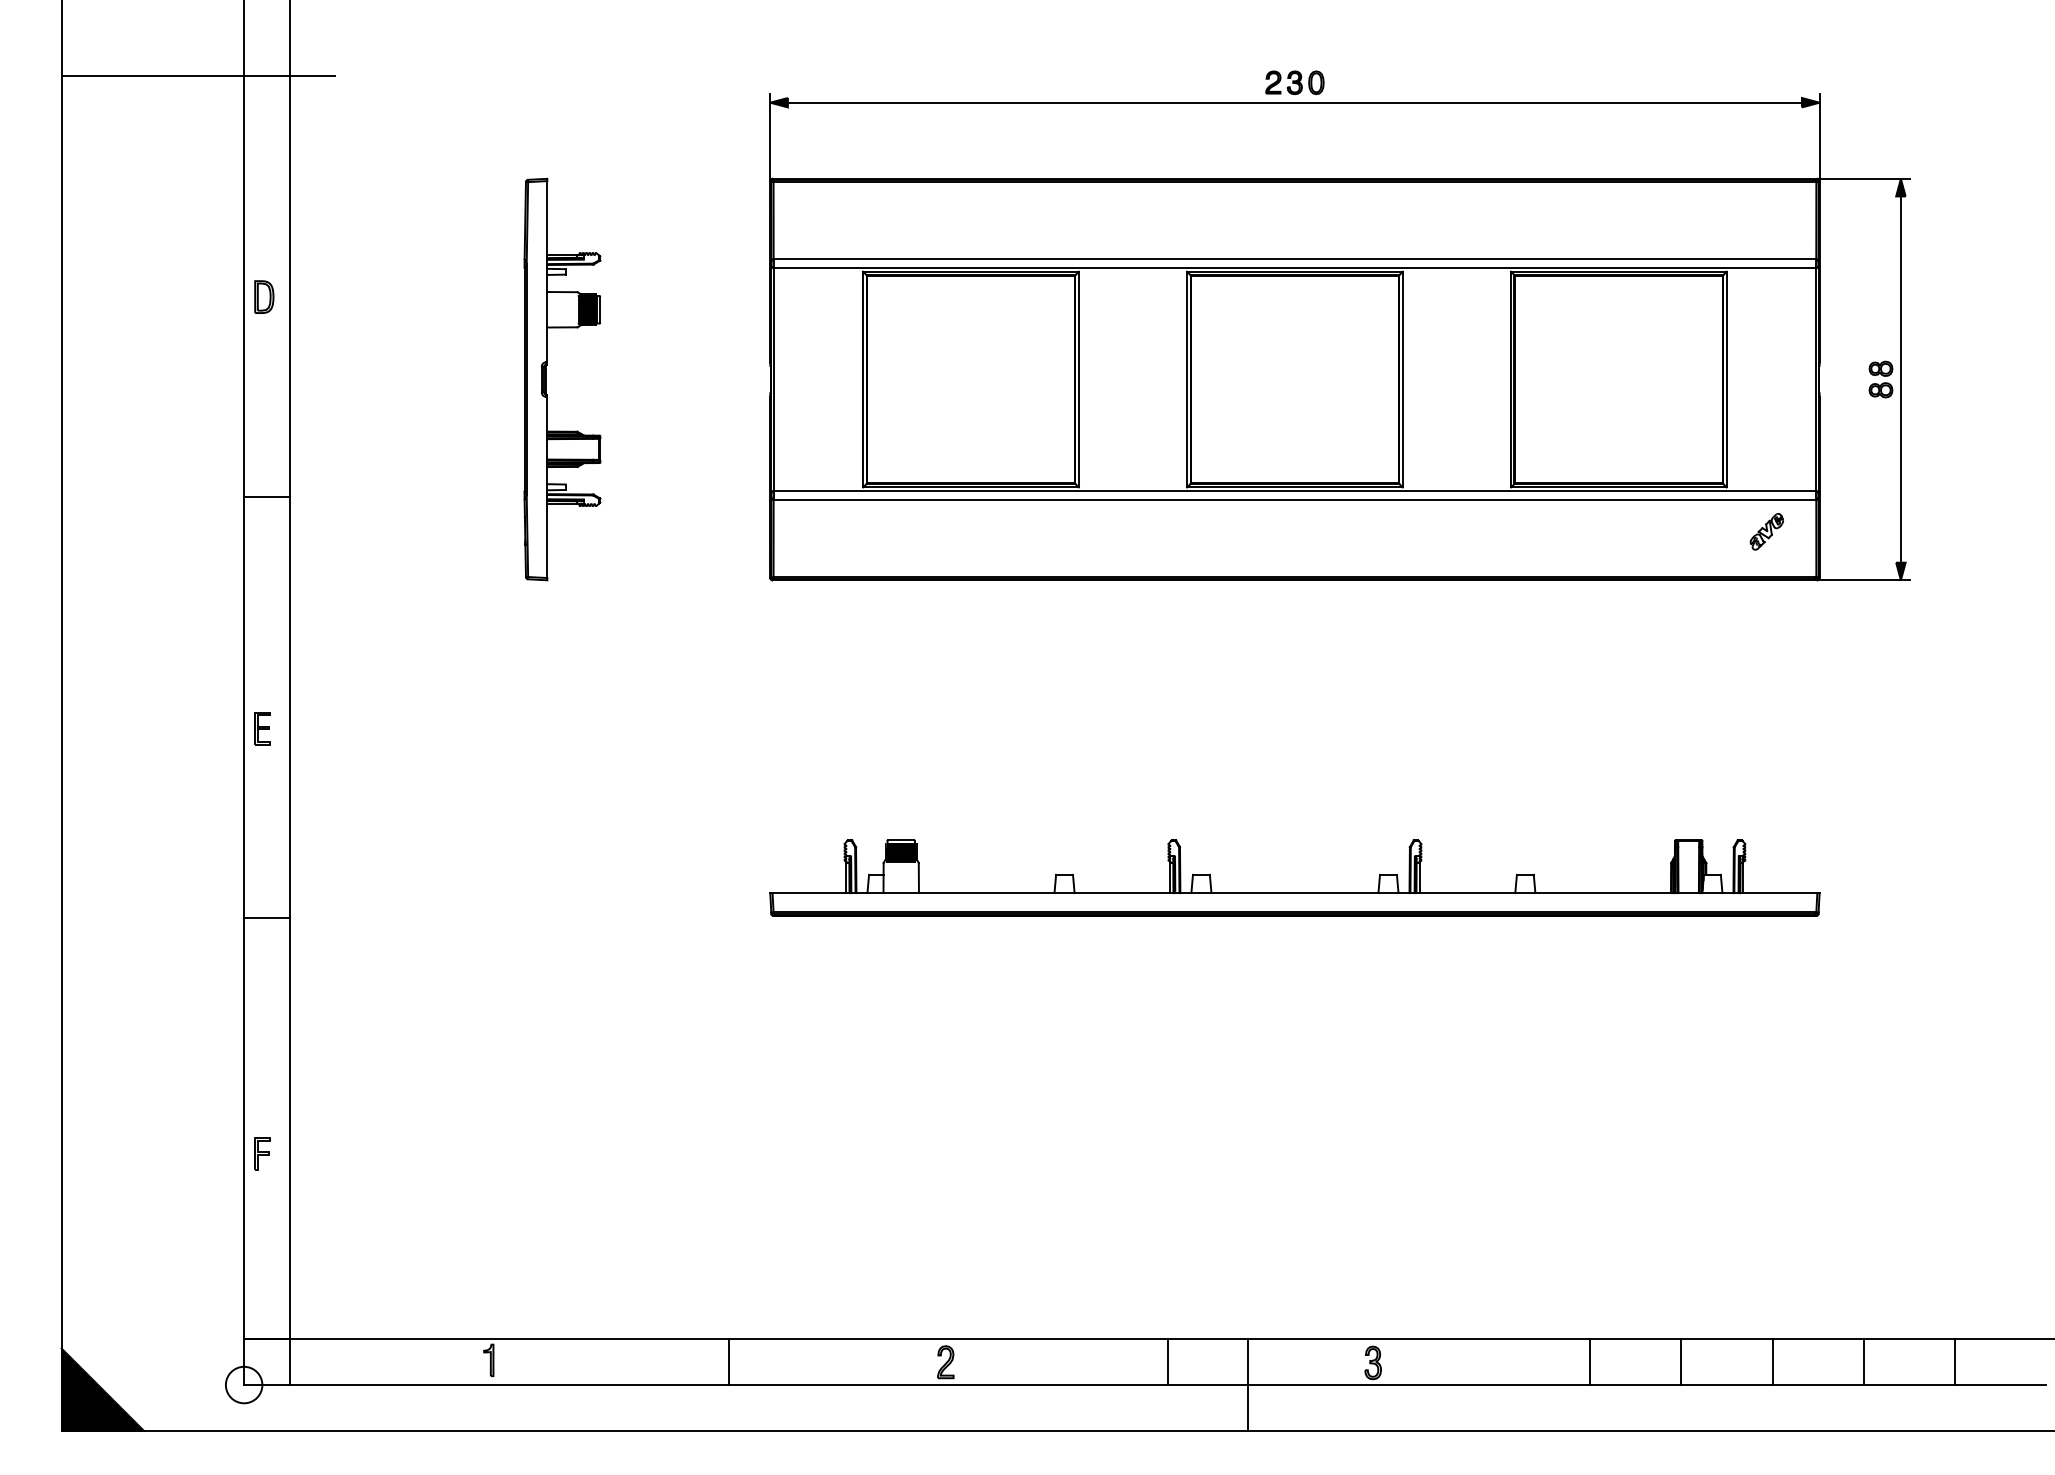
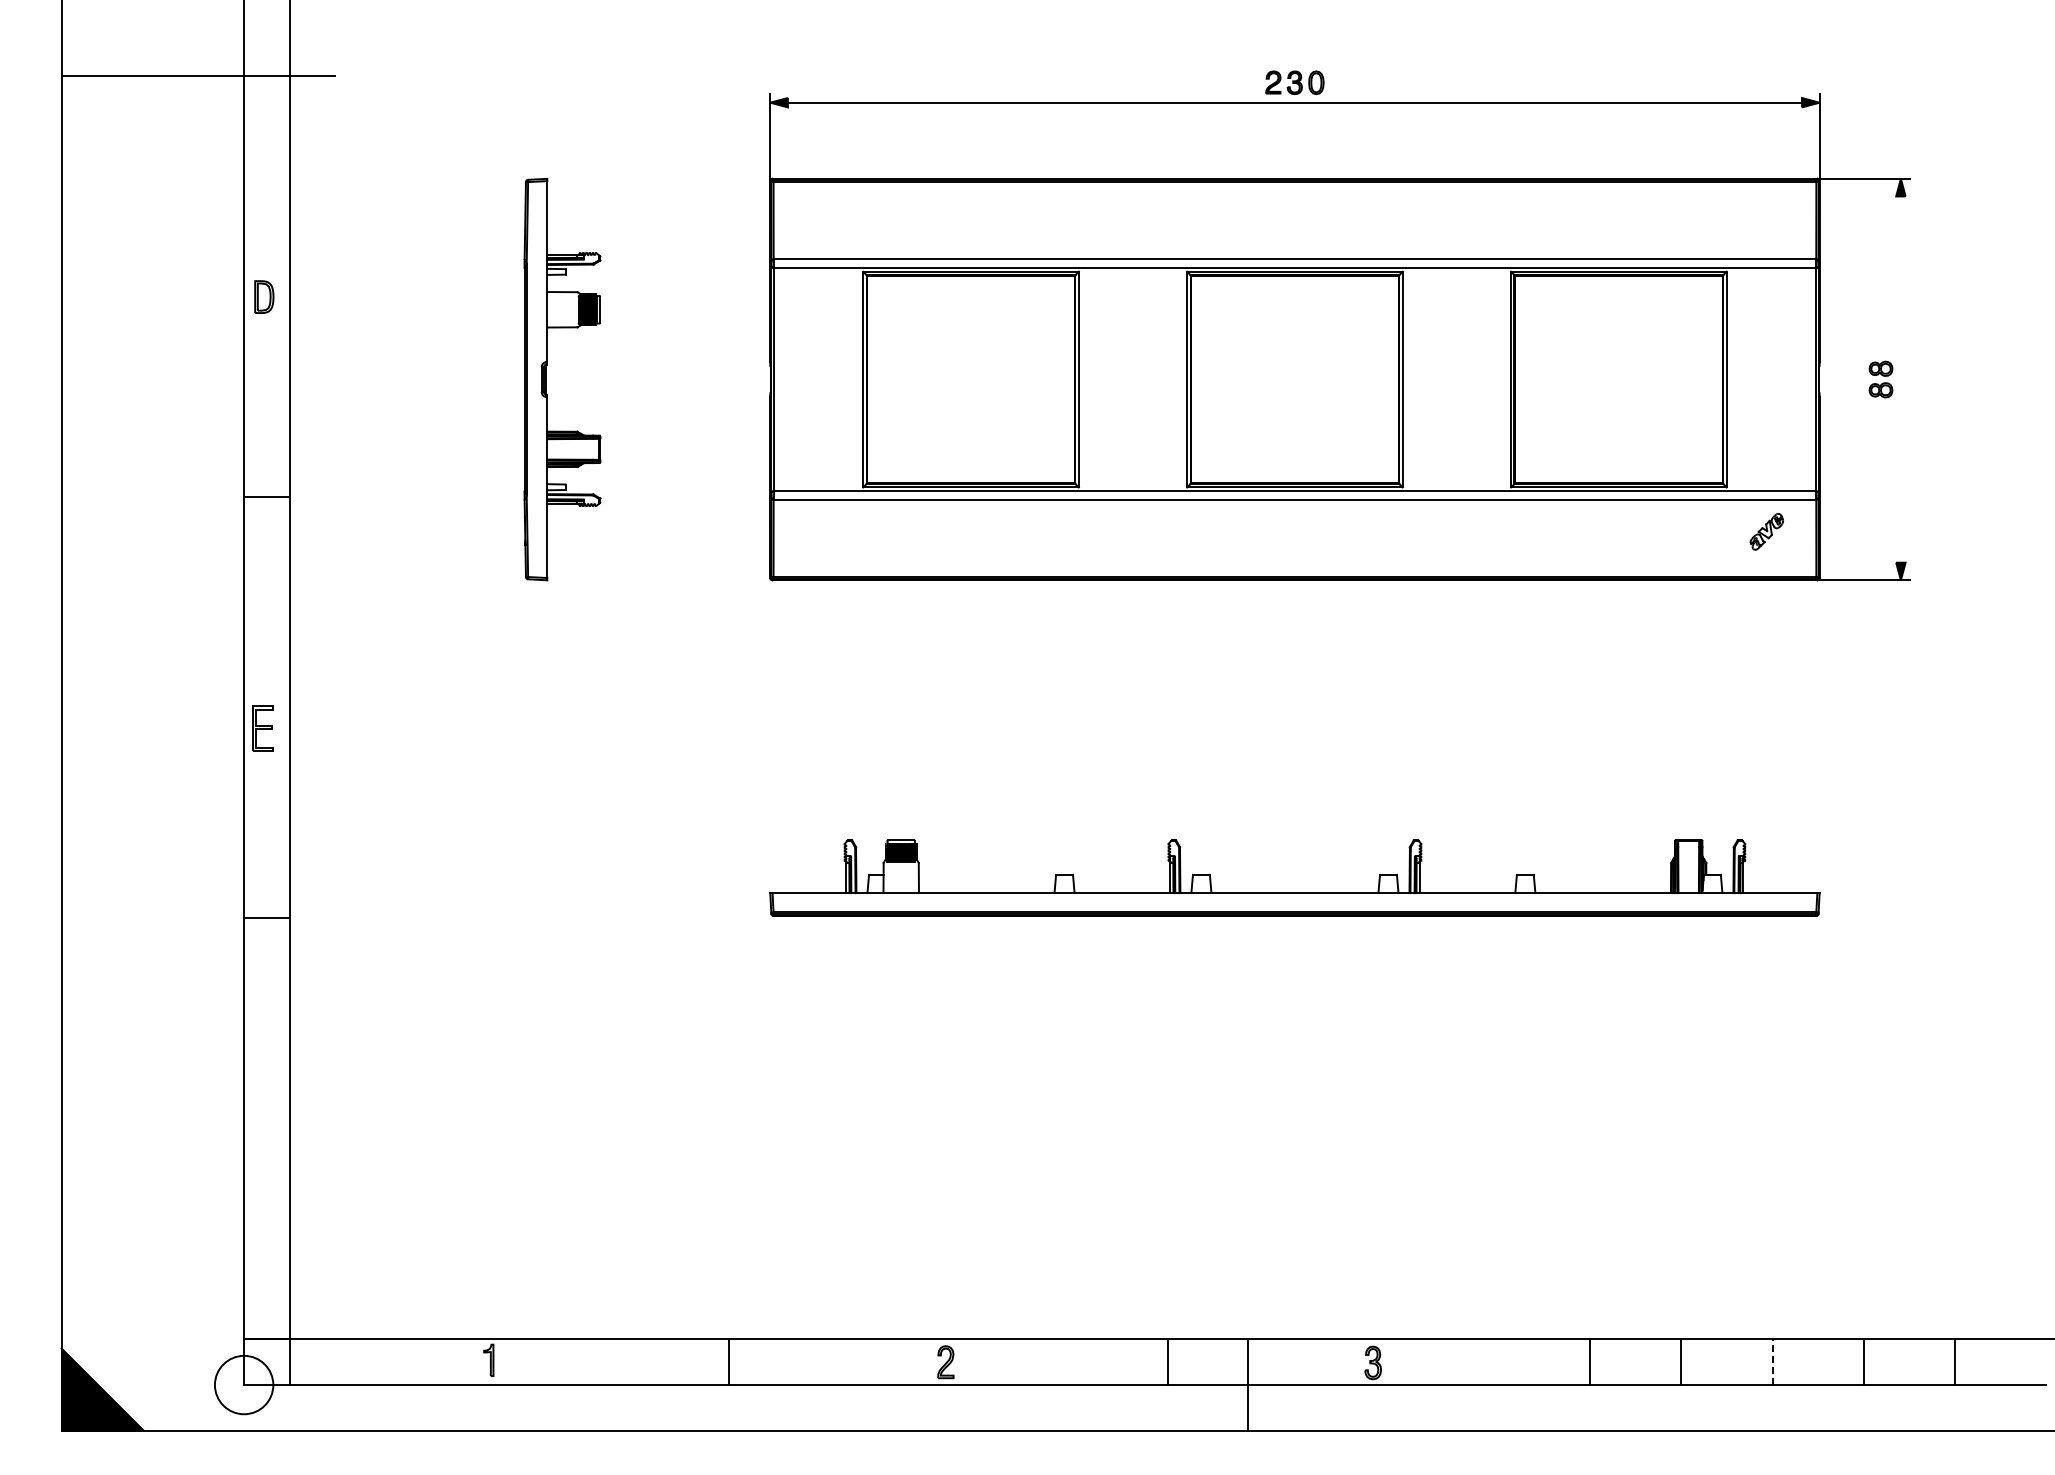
line at (1900, 379): present -> none
part at (262, 728) size: 17x34 px -> 22x47 px
part at (262, 1153): present -> none
line at (1772, 1362): solid -> dashed
circle at (243, 1384) diameter: 36 px -> 58 px
